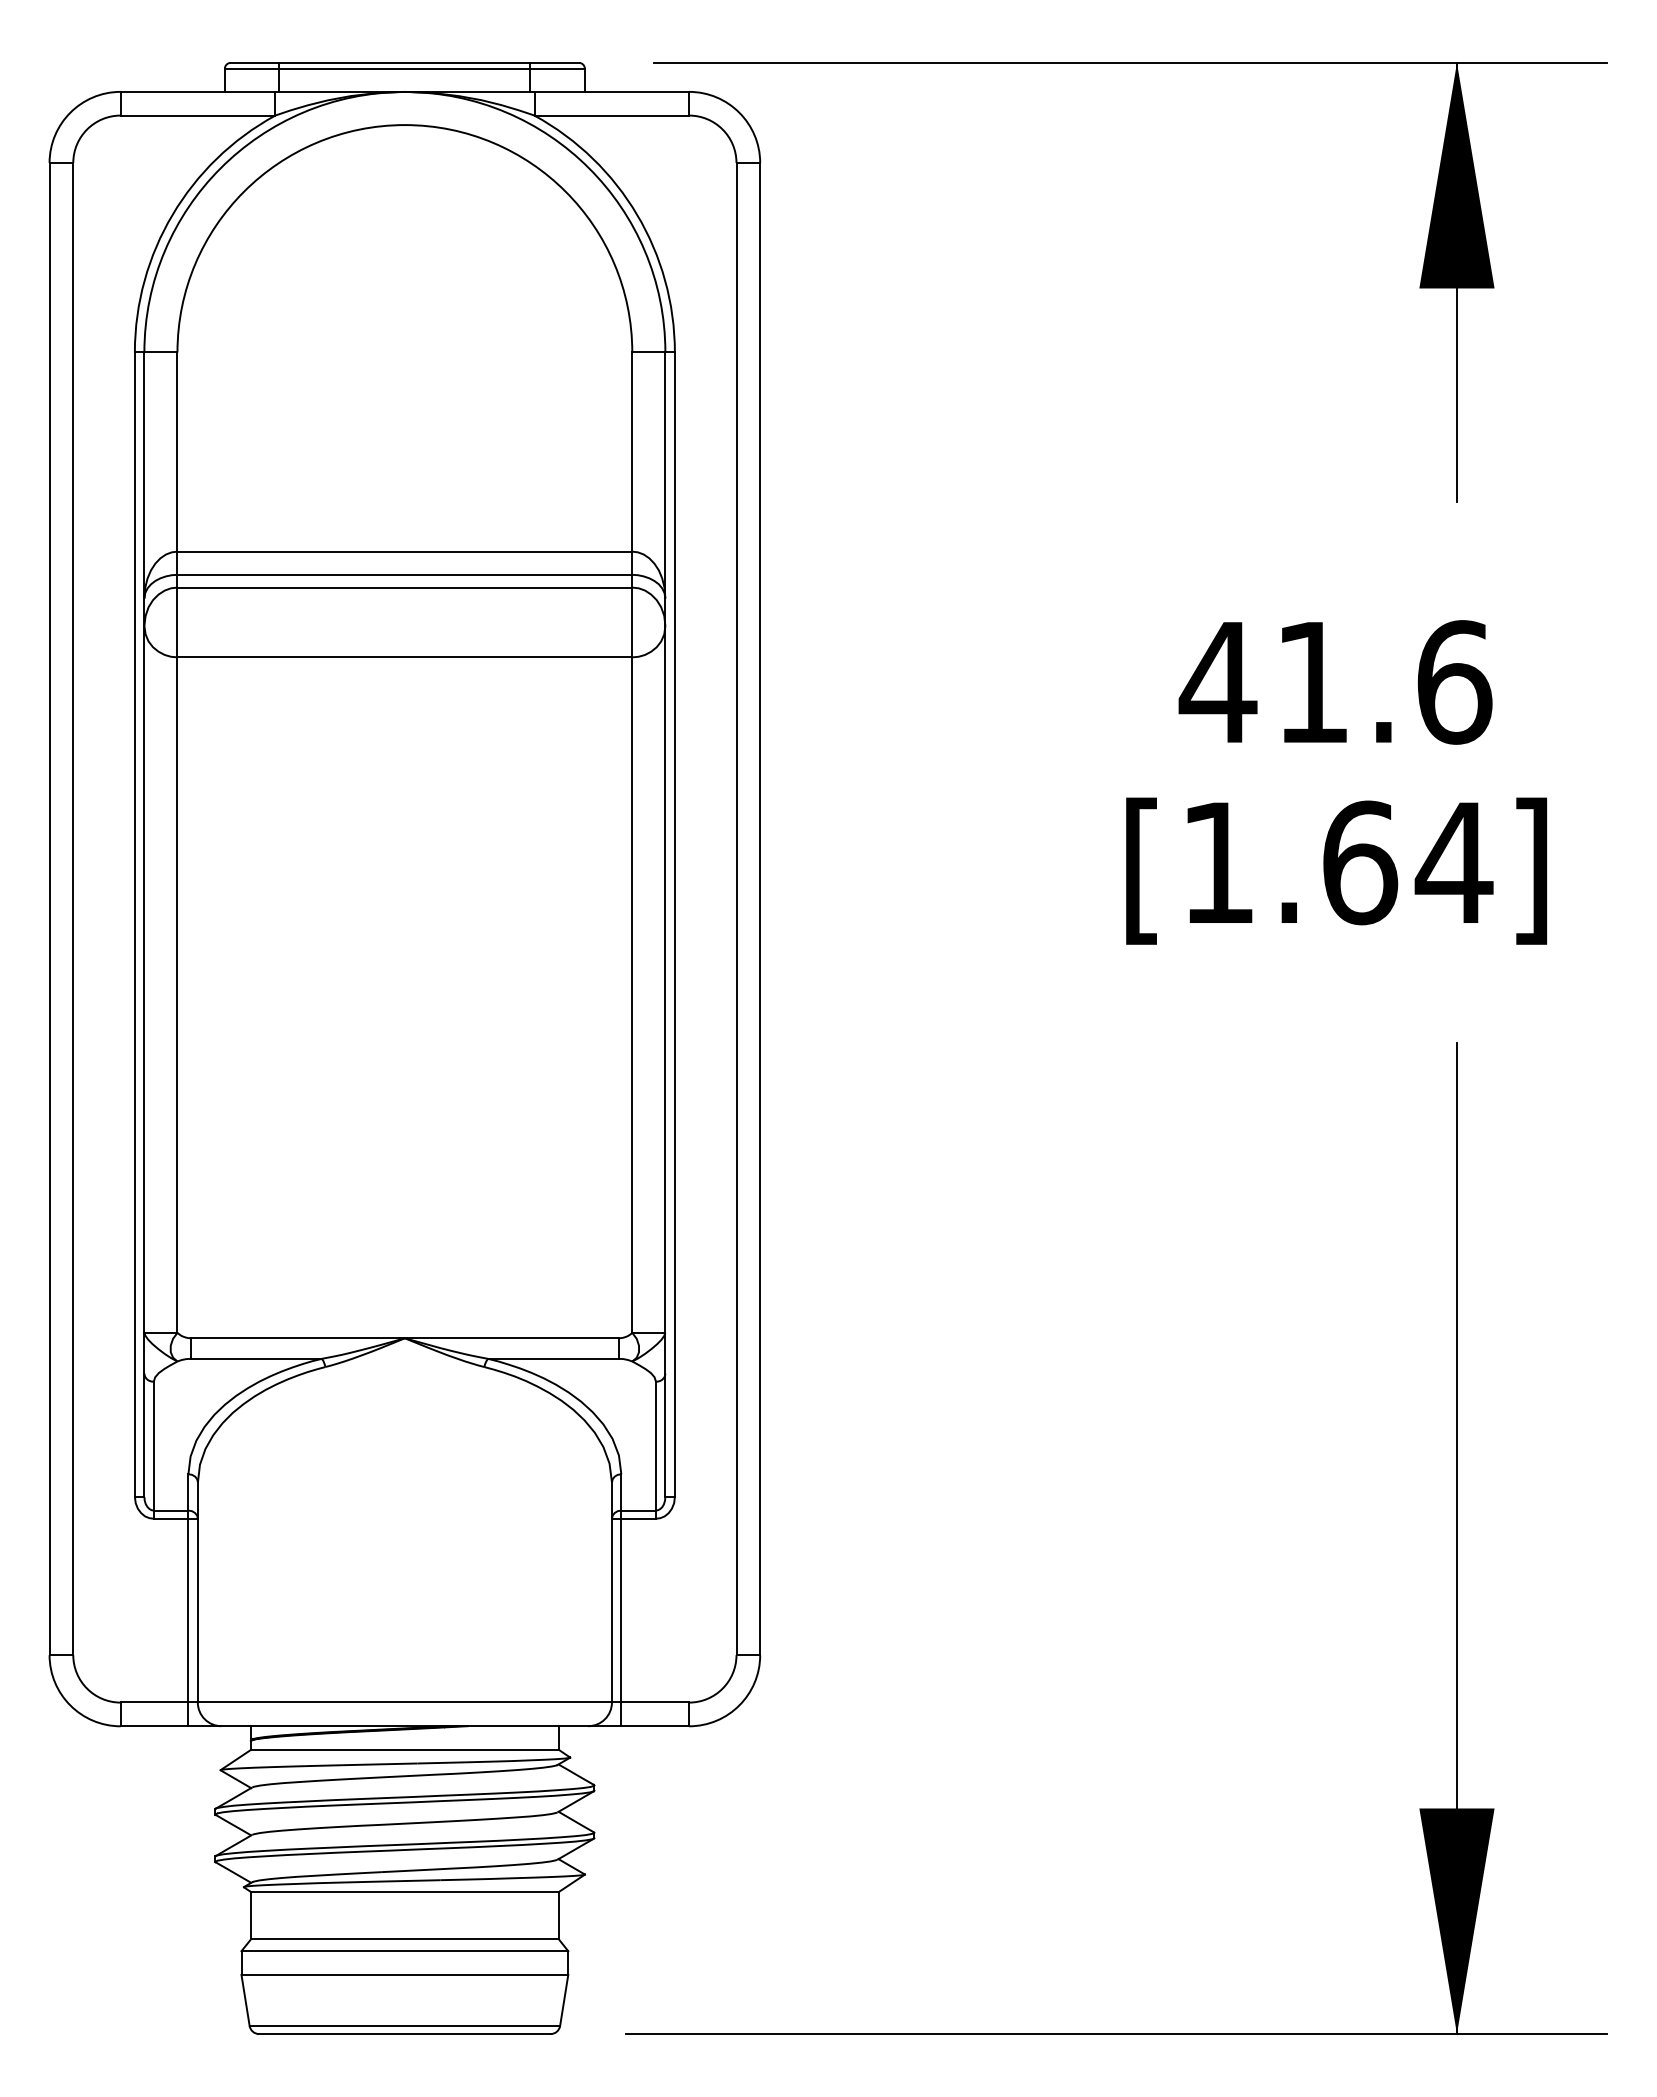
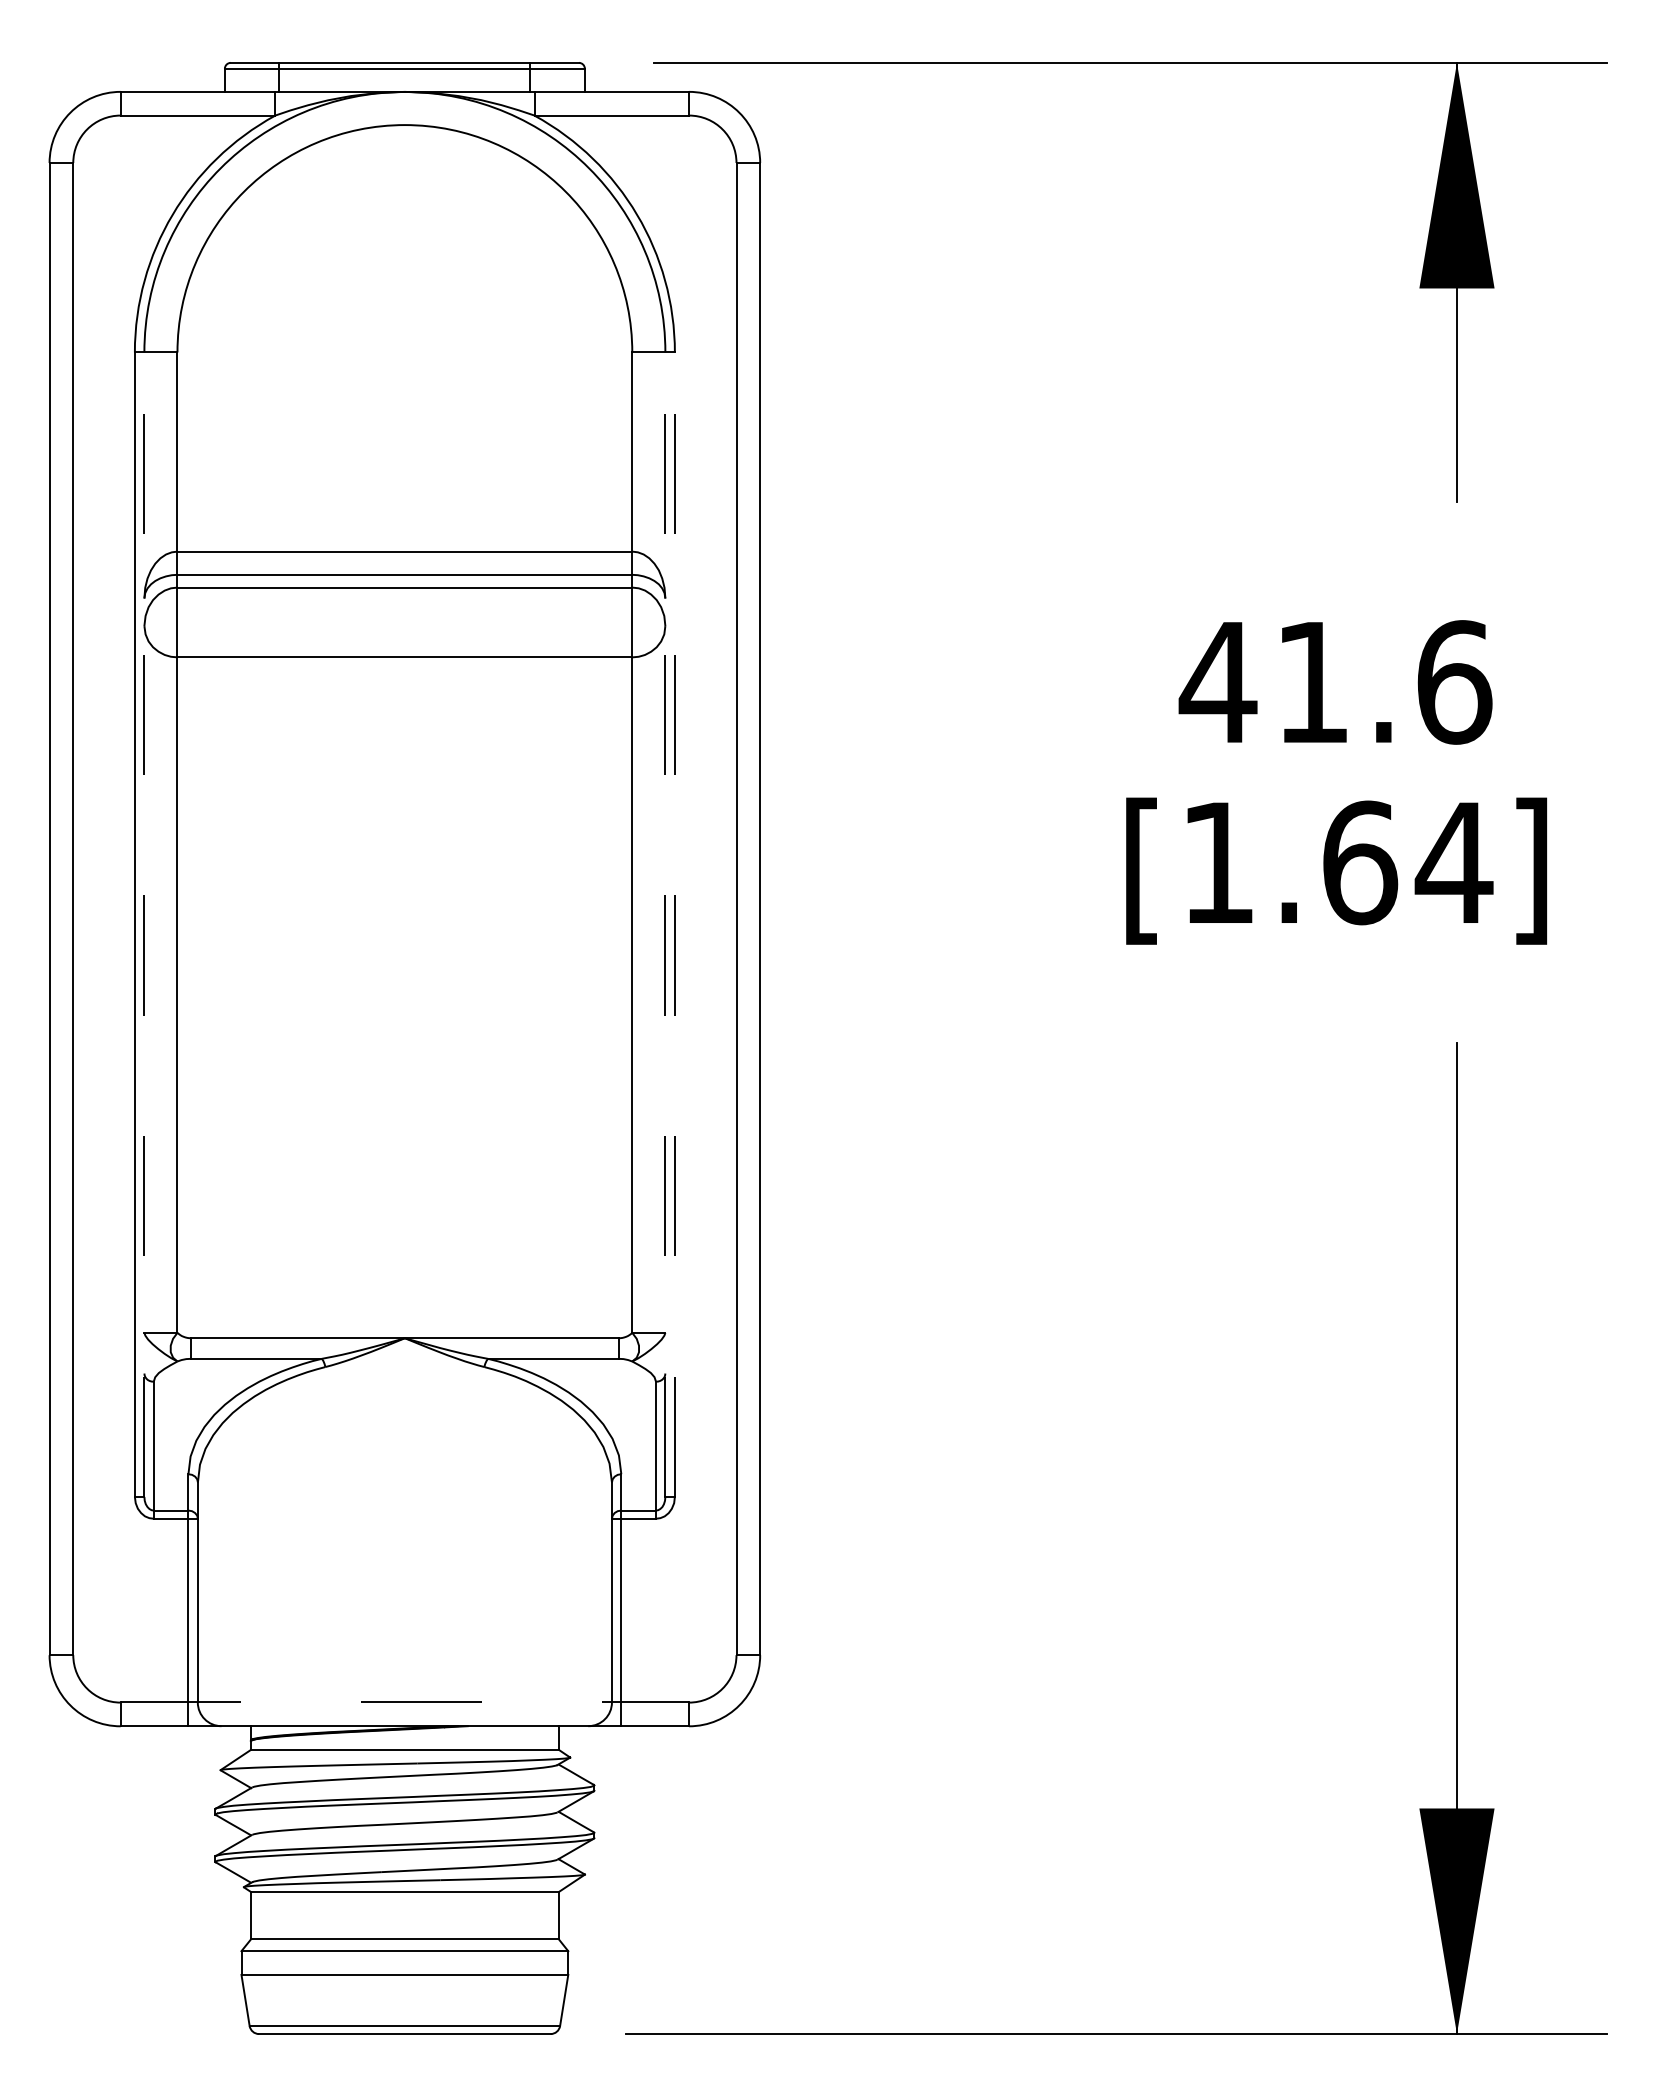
line at (144, 924): solid -> dashed
line at (665, 924): solid -> dashed
line at (674, 924): solid -> dashed
line at (405, 1702): solid -> dashed
